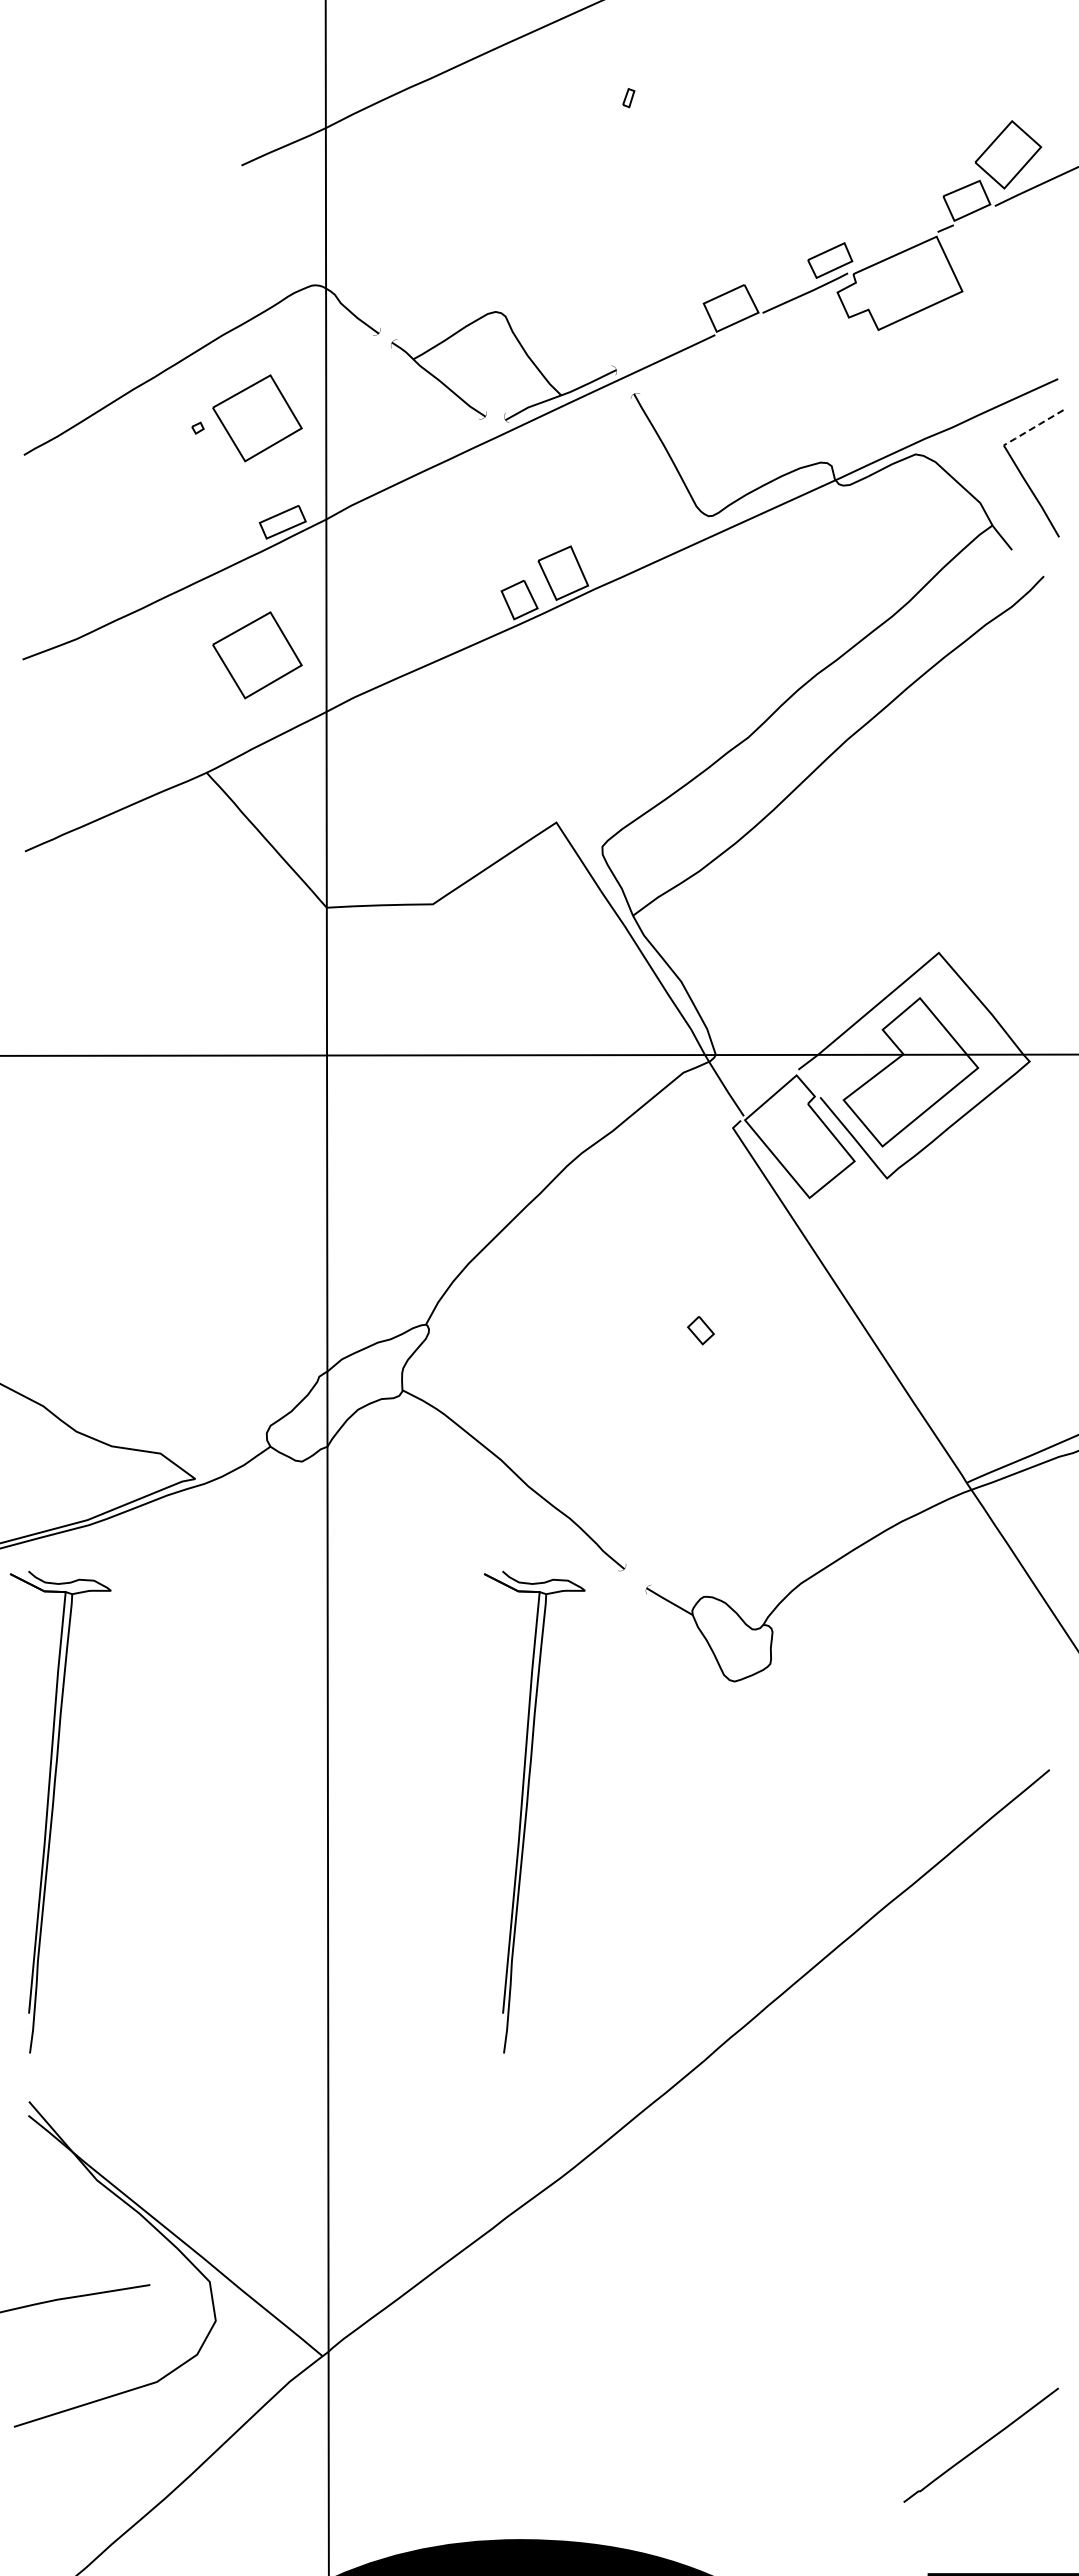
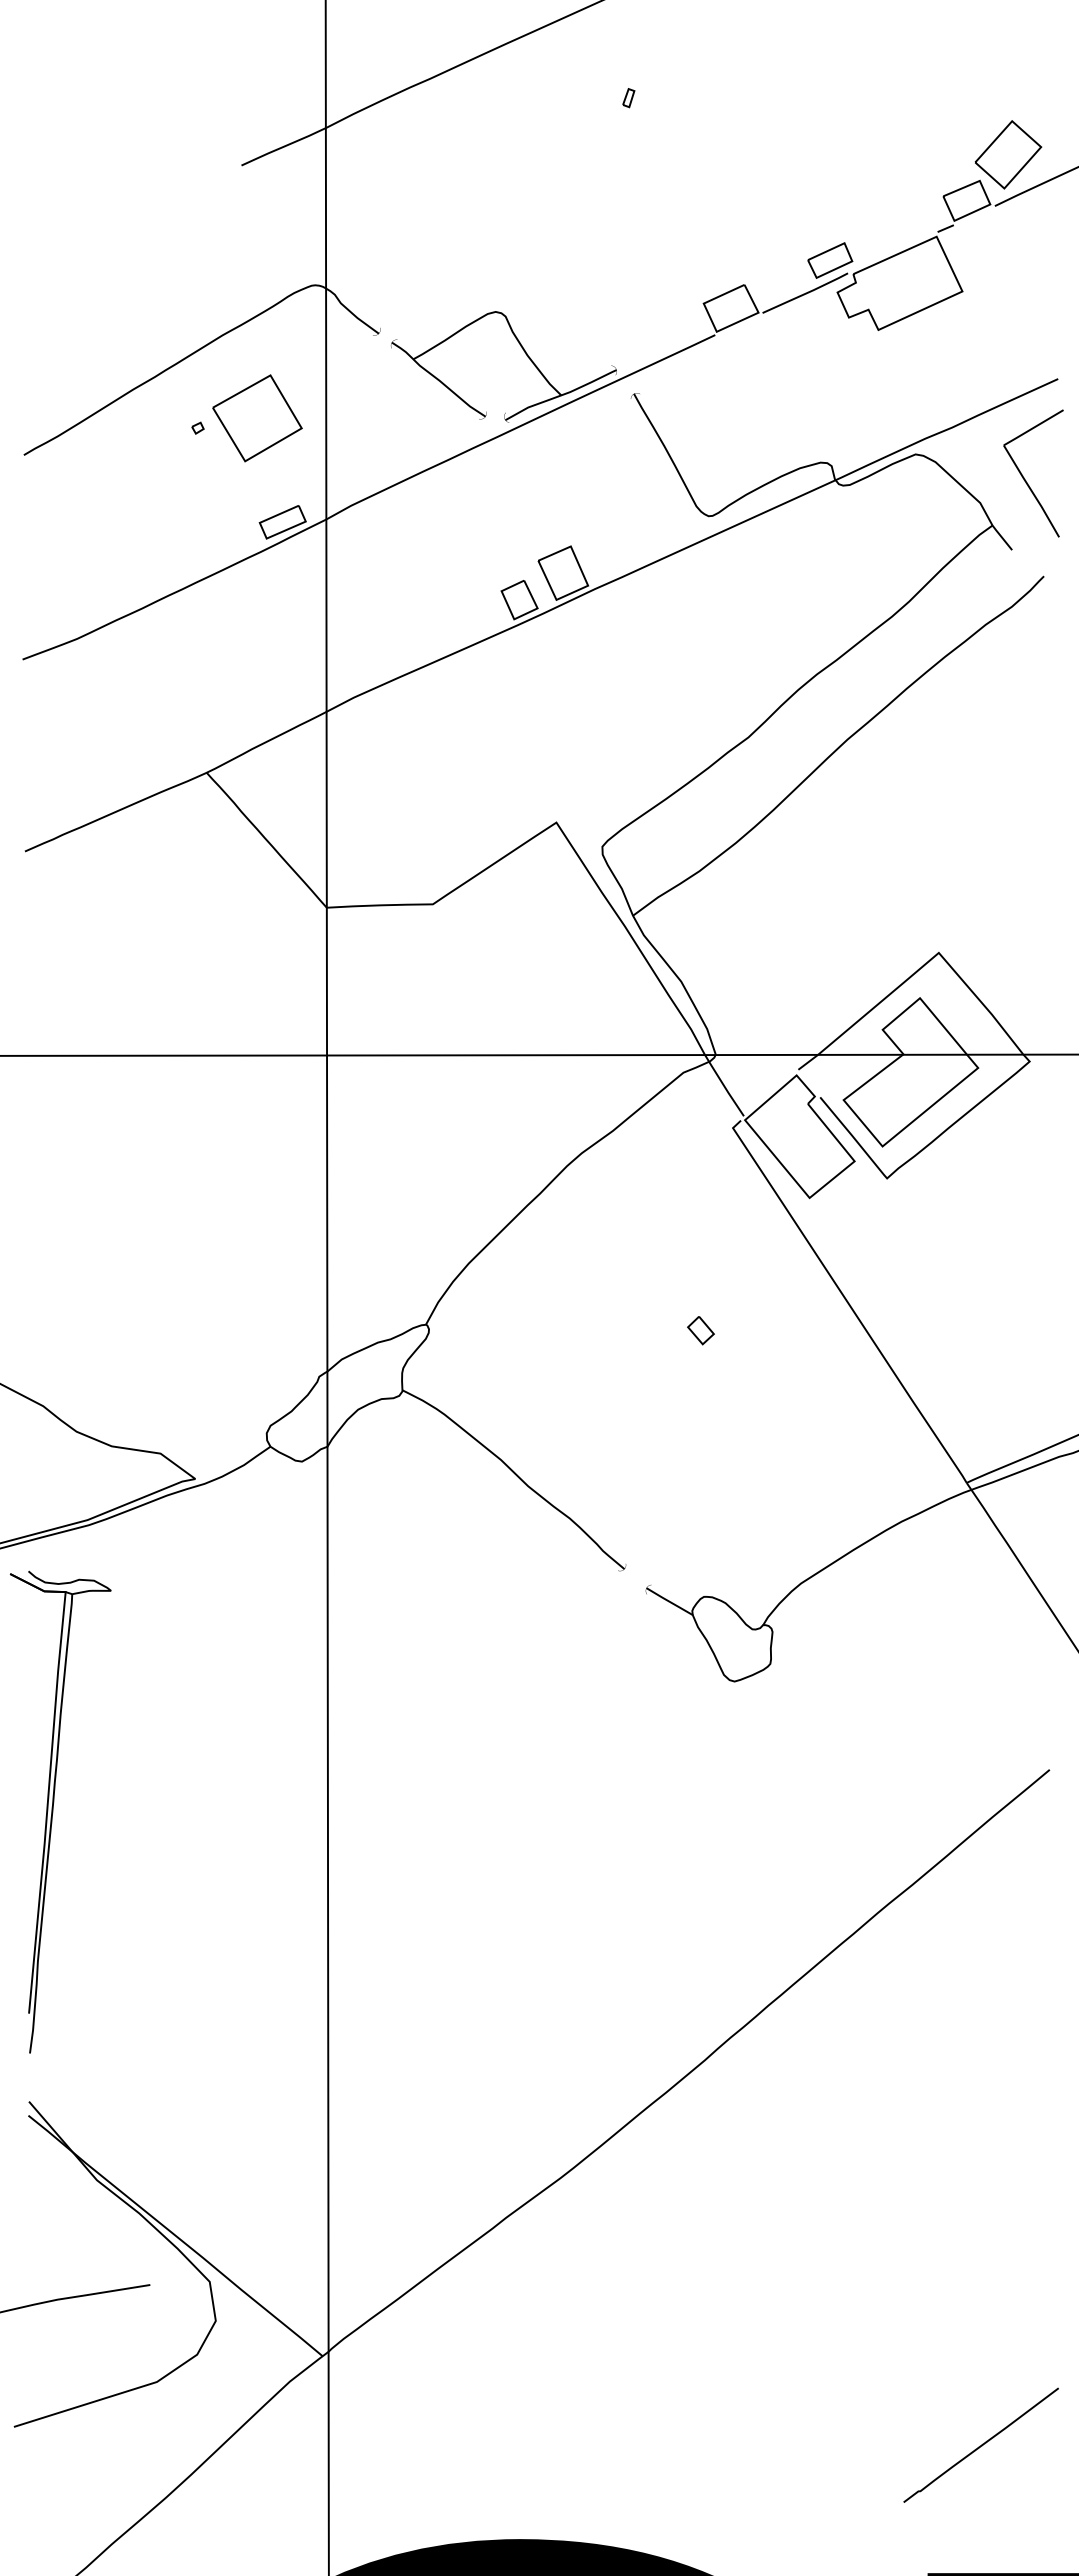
line at (1033, 427): dashed -> solid
part at (257, 655): present -> none
part at (527, 1811): present -> none
